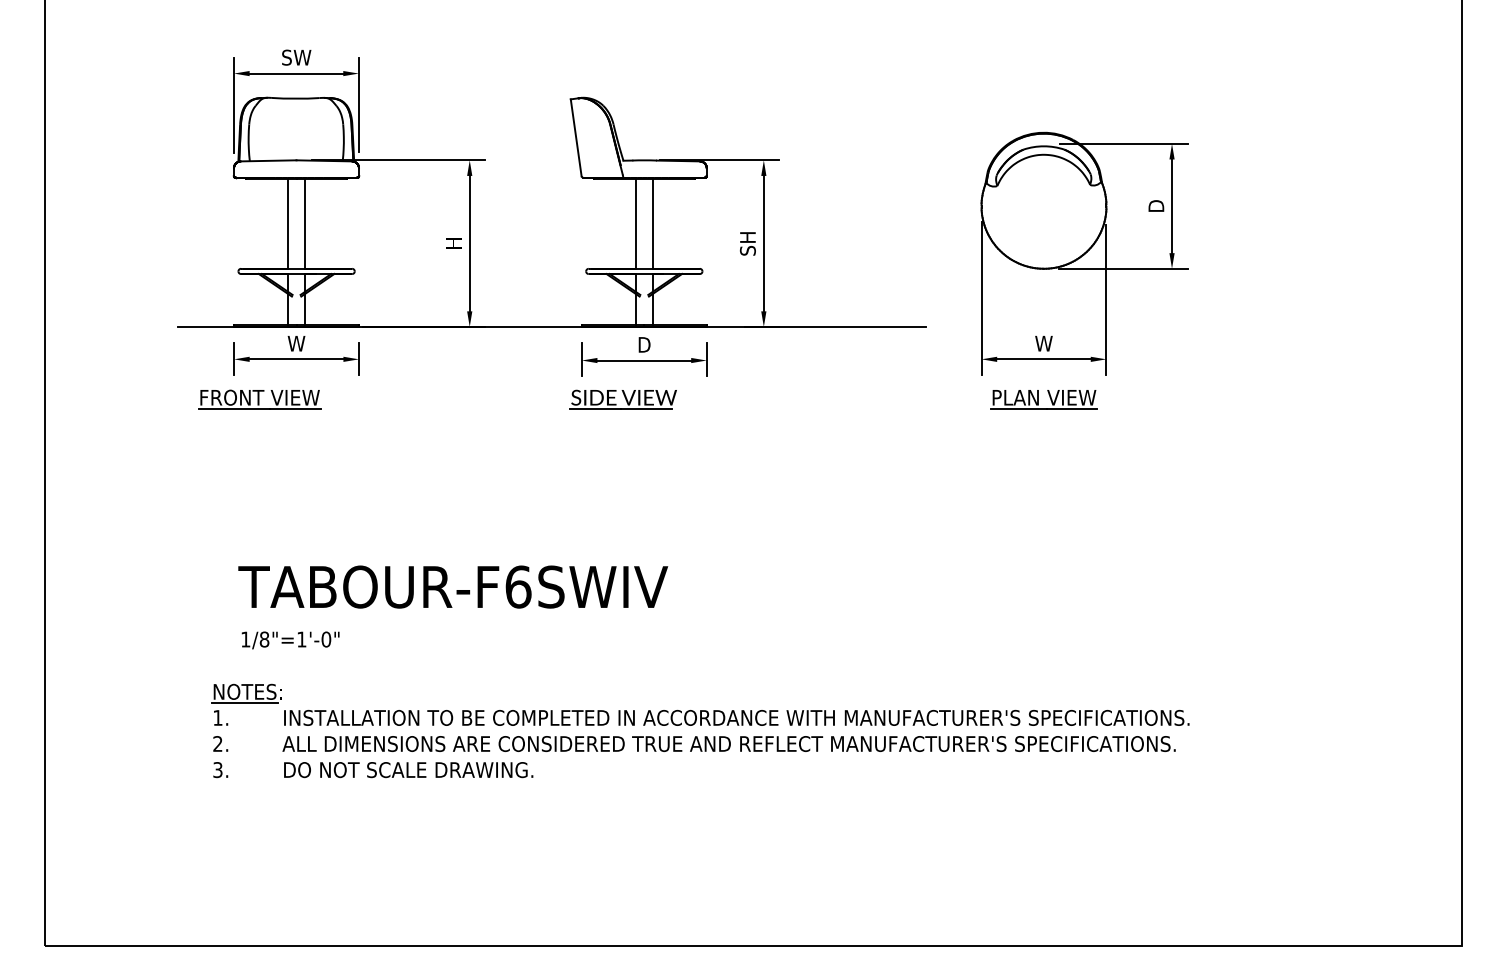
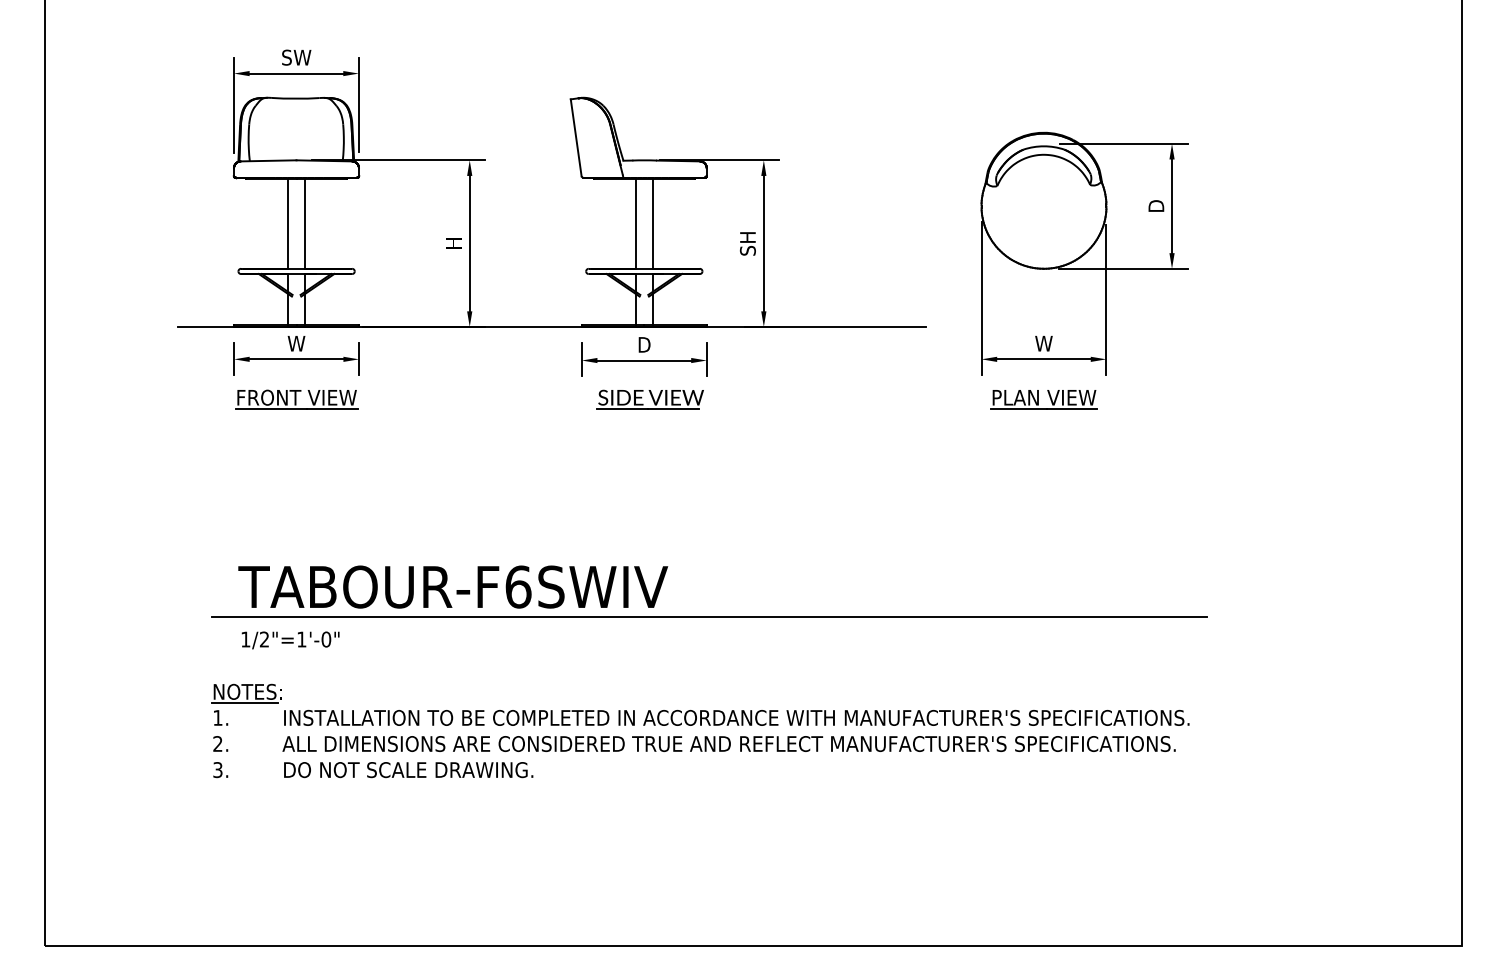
part at (259, 399) position: (259, 399) -> (296, 399)
part at (622, 399) position: (622, 399) -> (649, 399)
line at (709, 617): none -> present
text at (264, 639): 1/8"=1'-0" -> 1/2"=1'-0"
